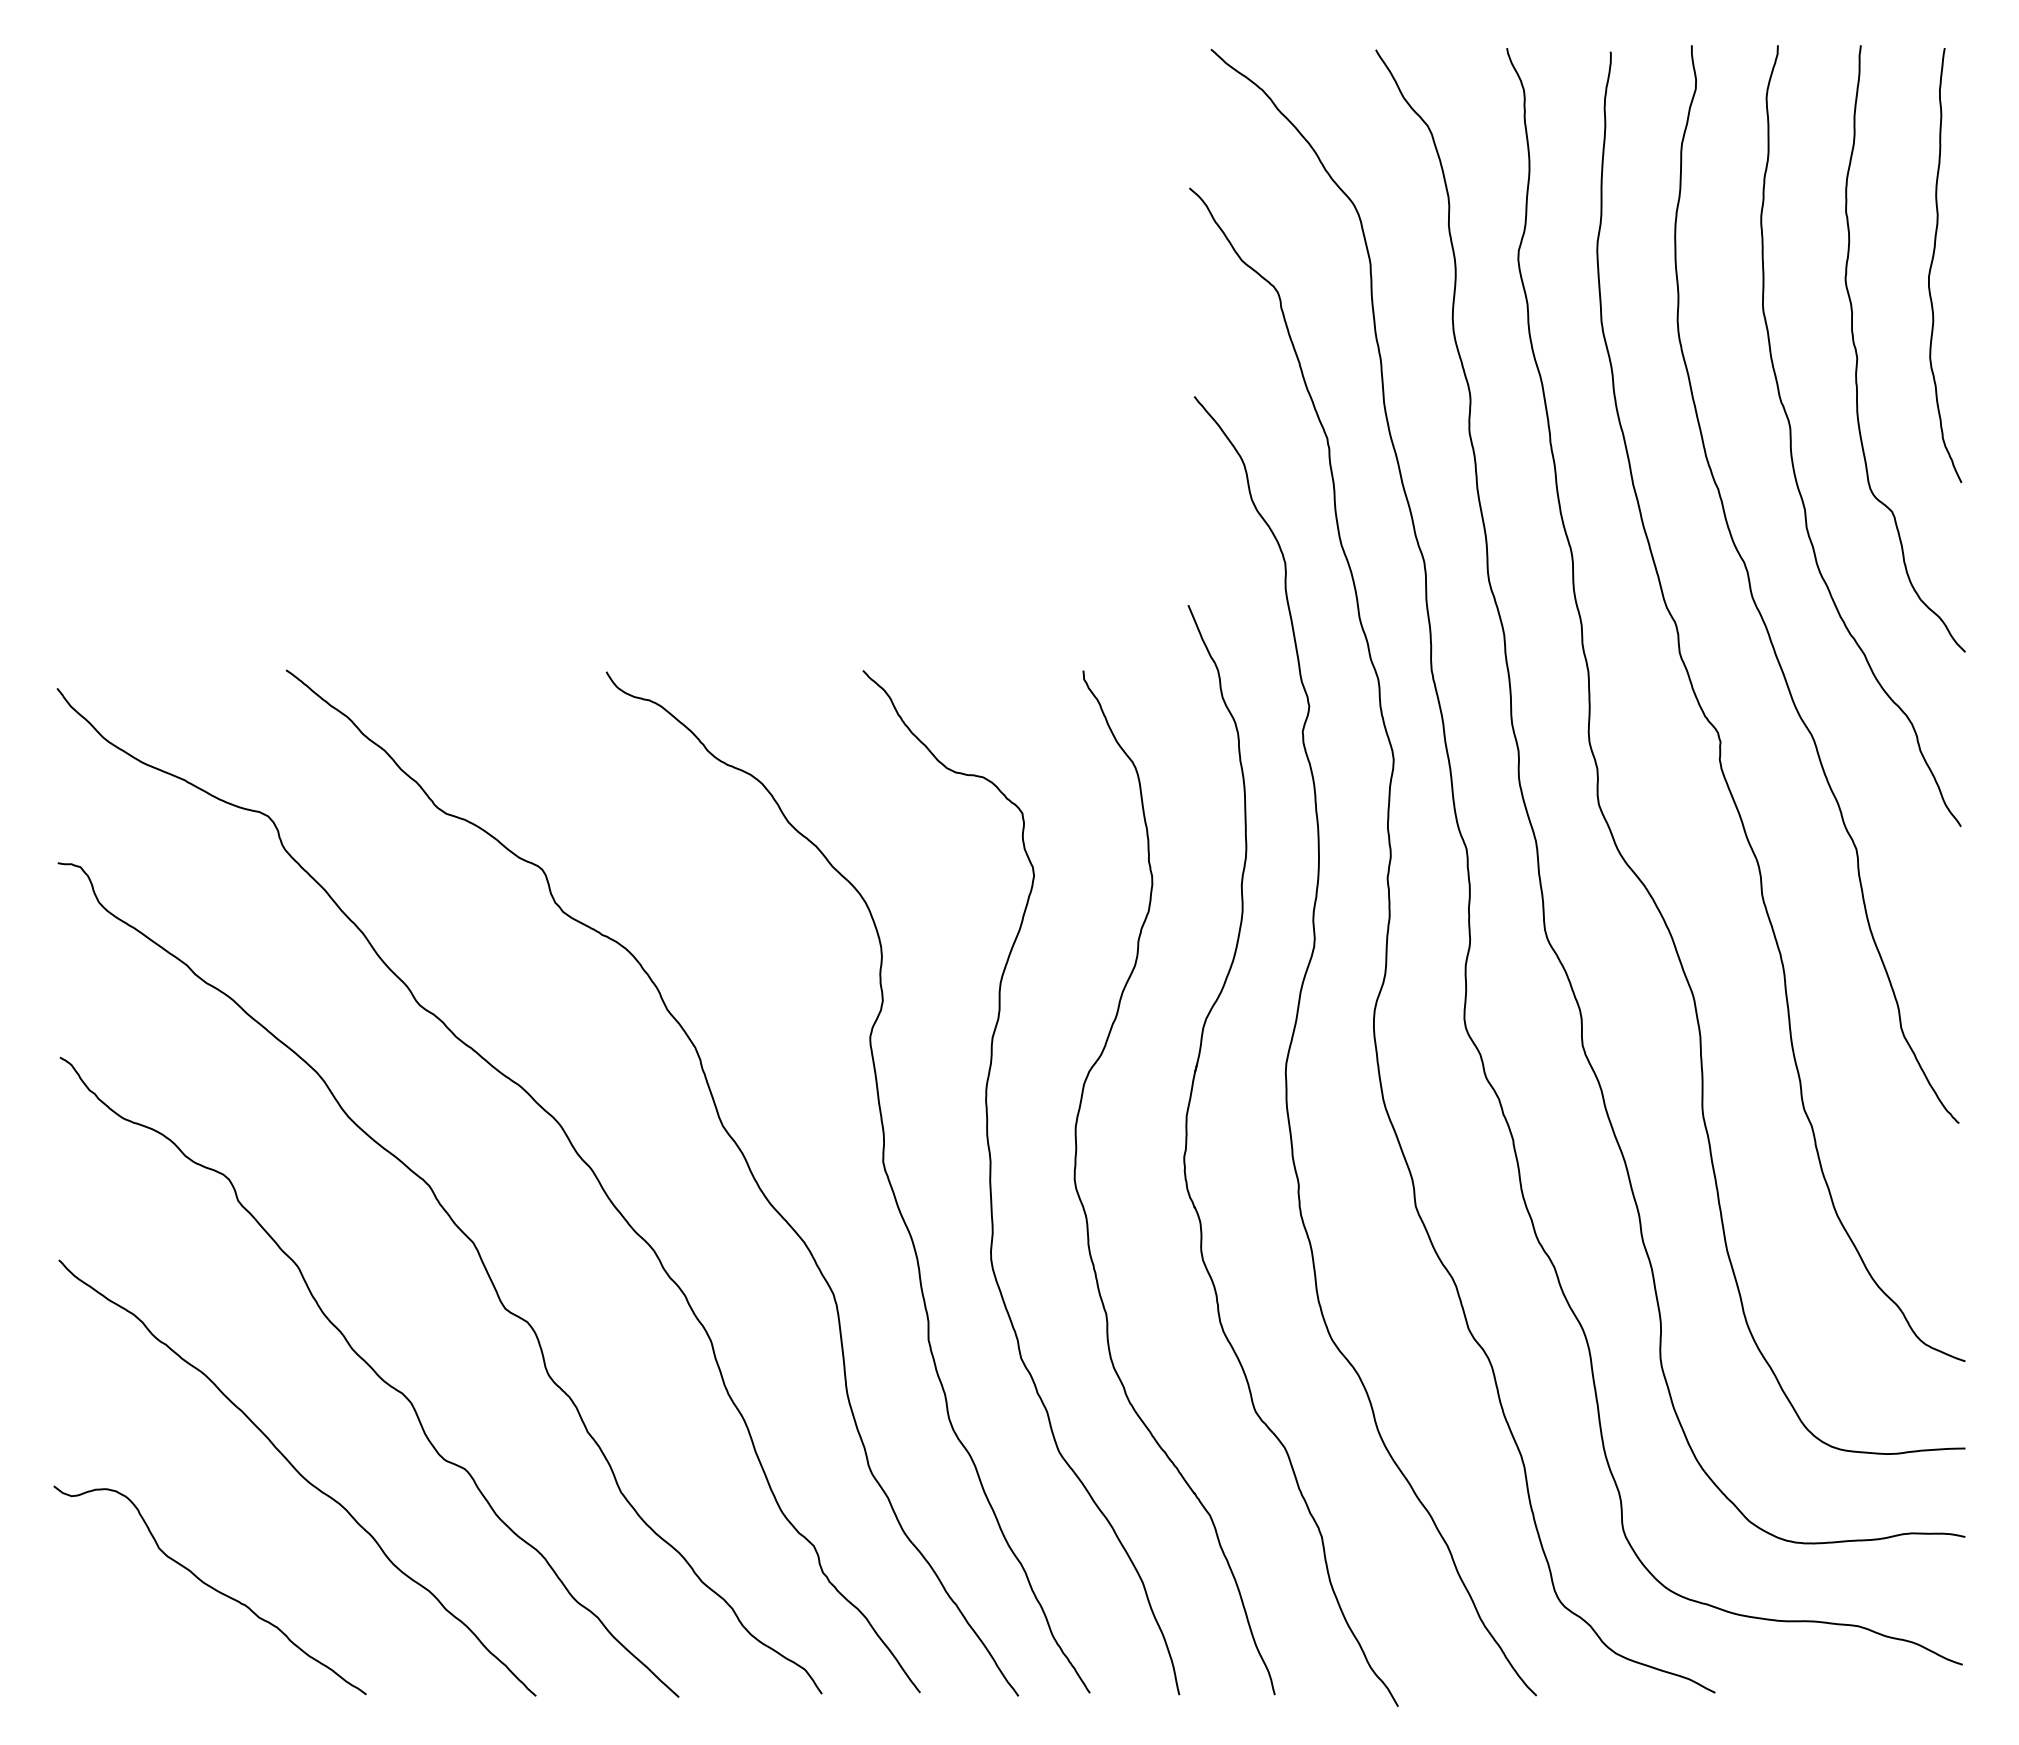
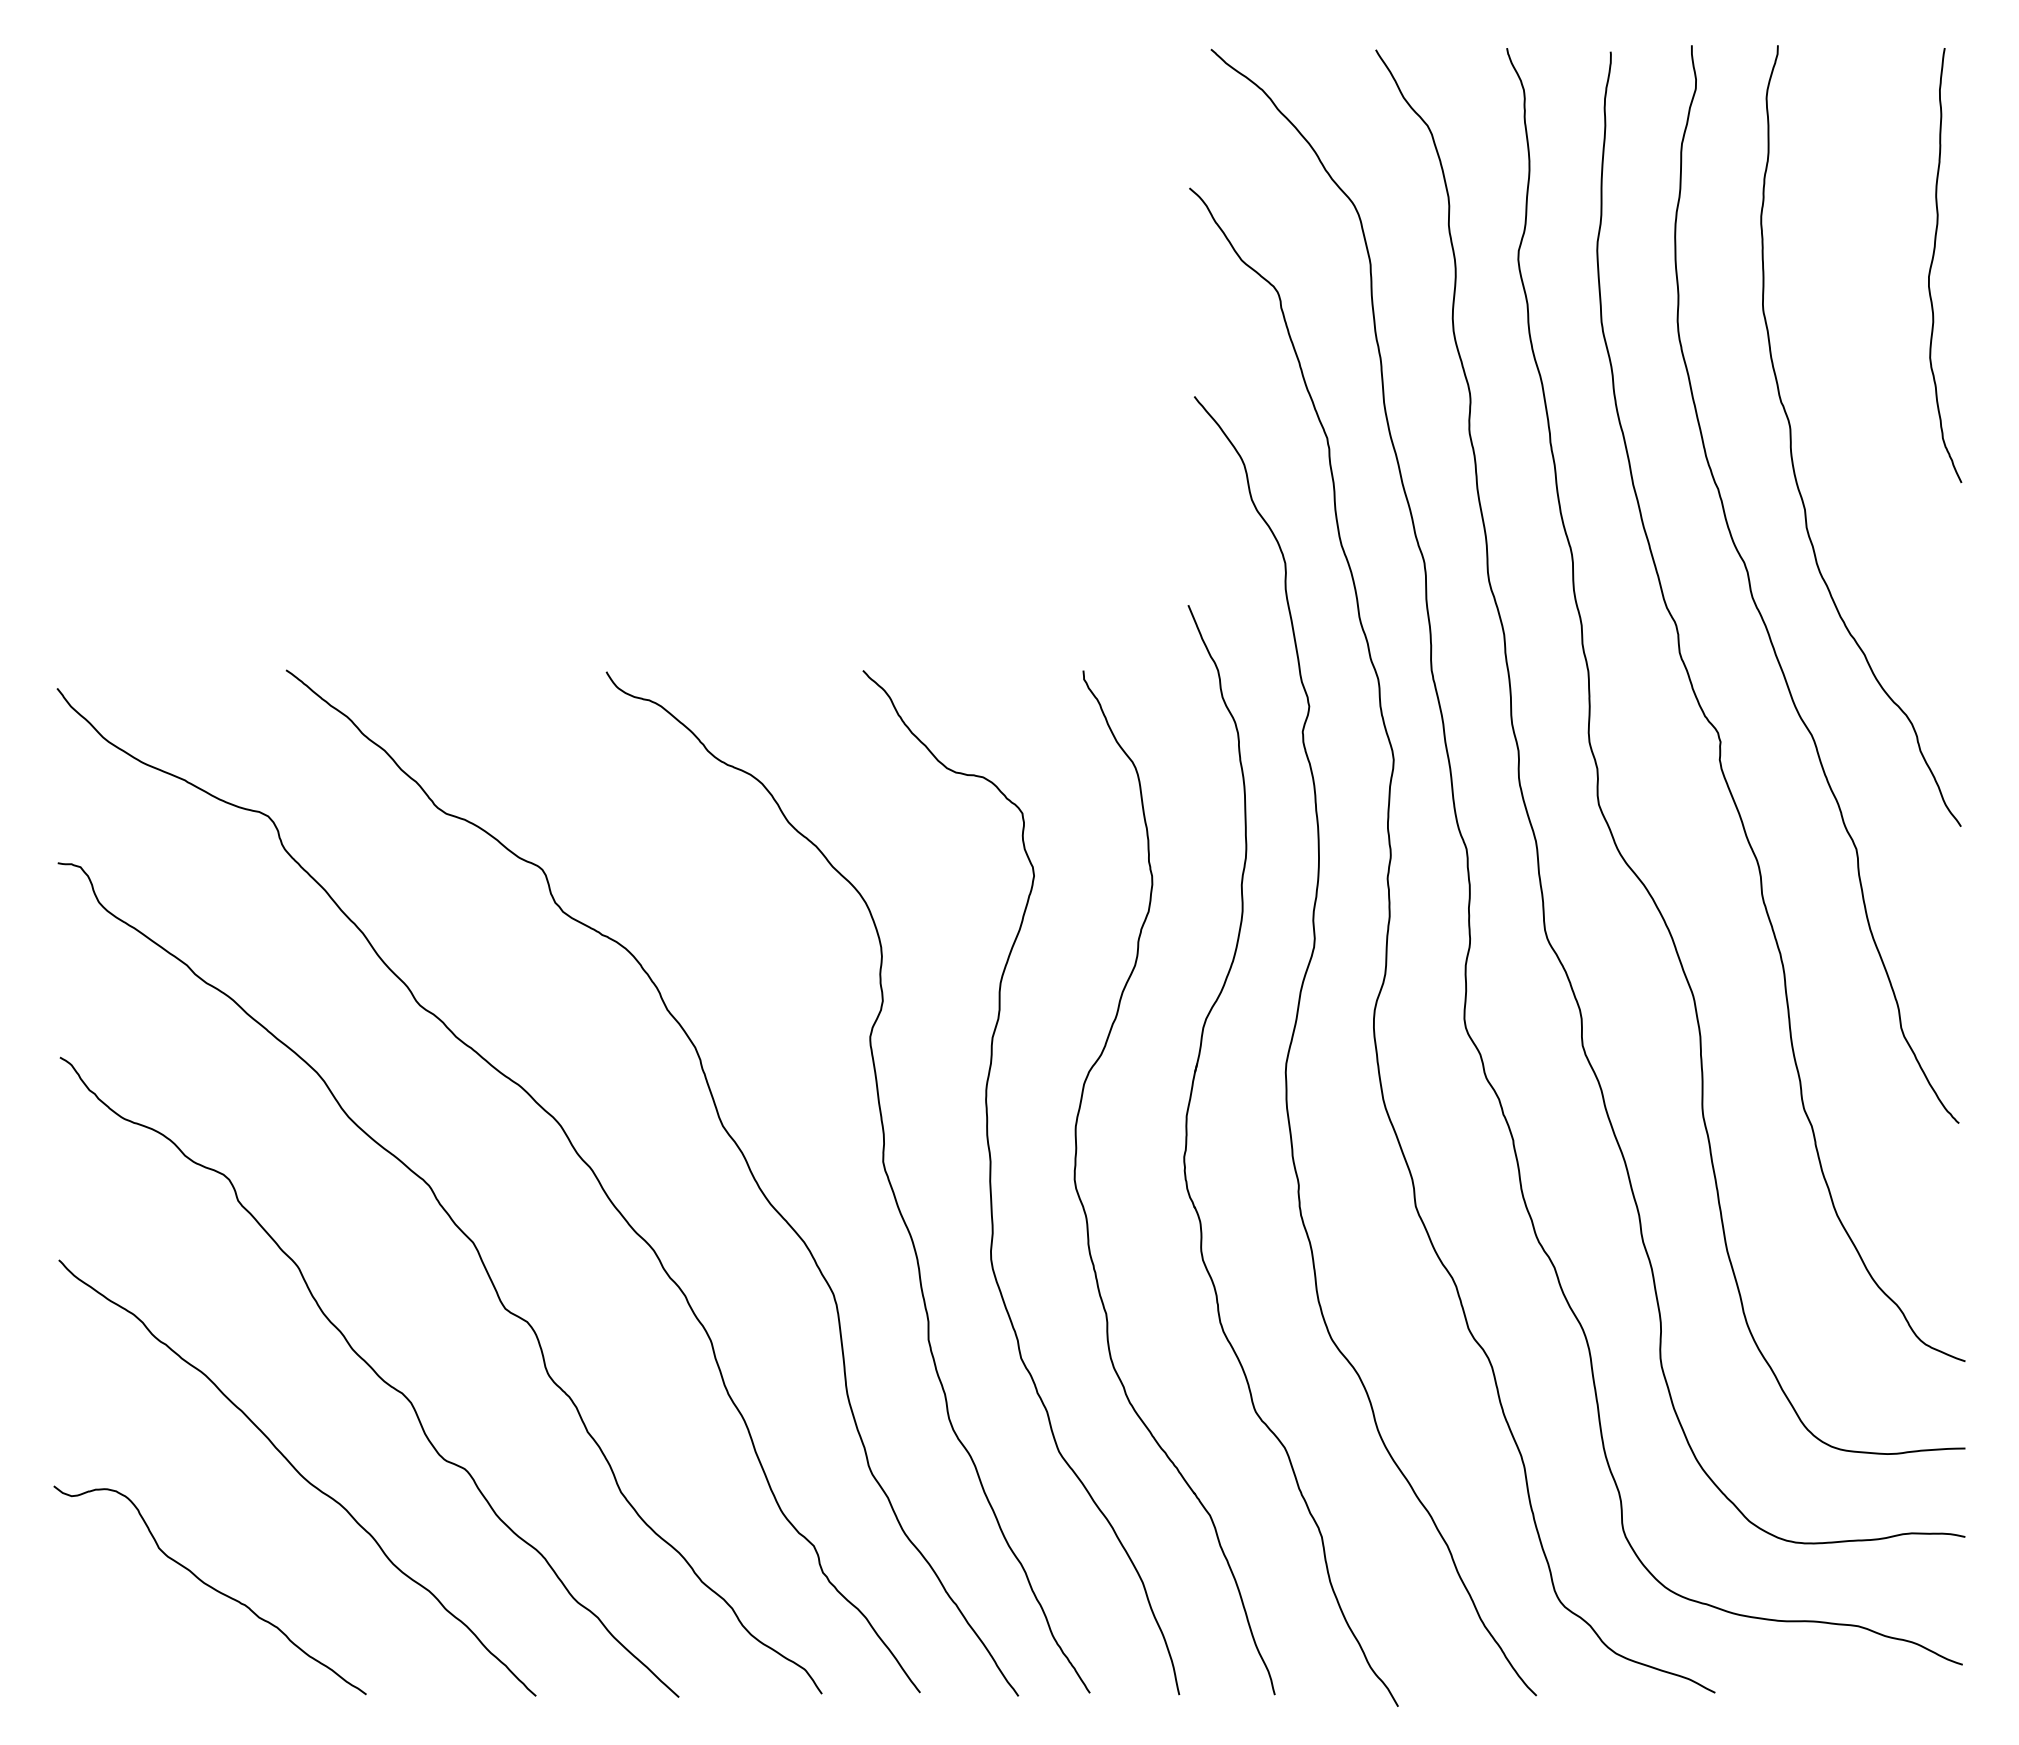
curve at (1858, 358): present -> none
